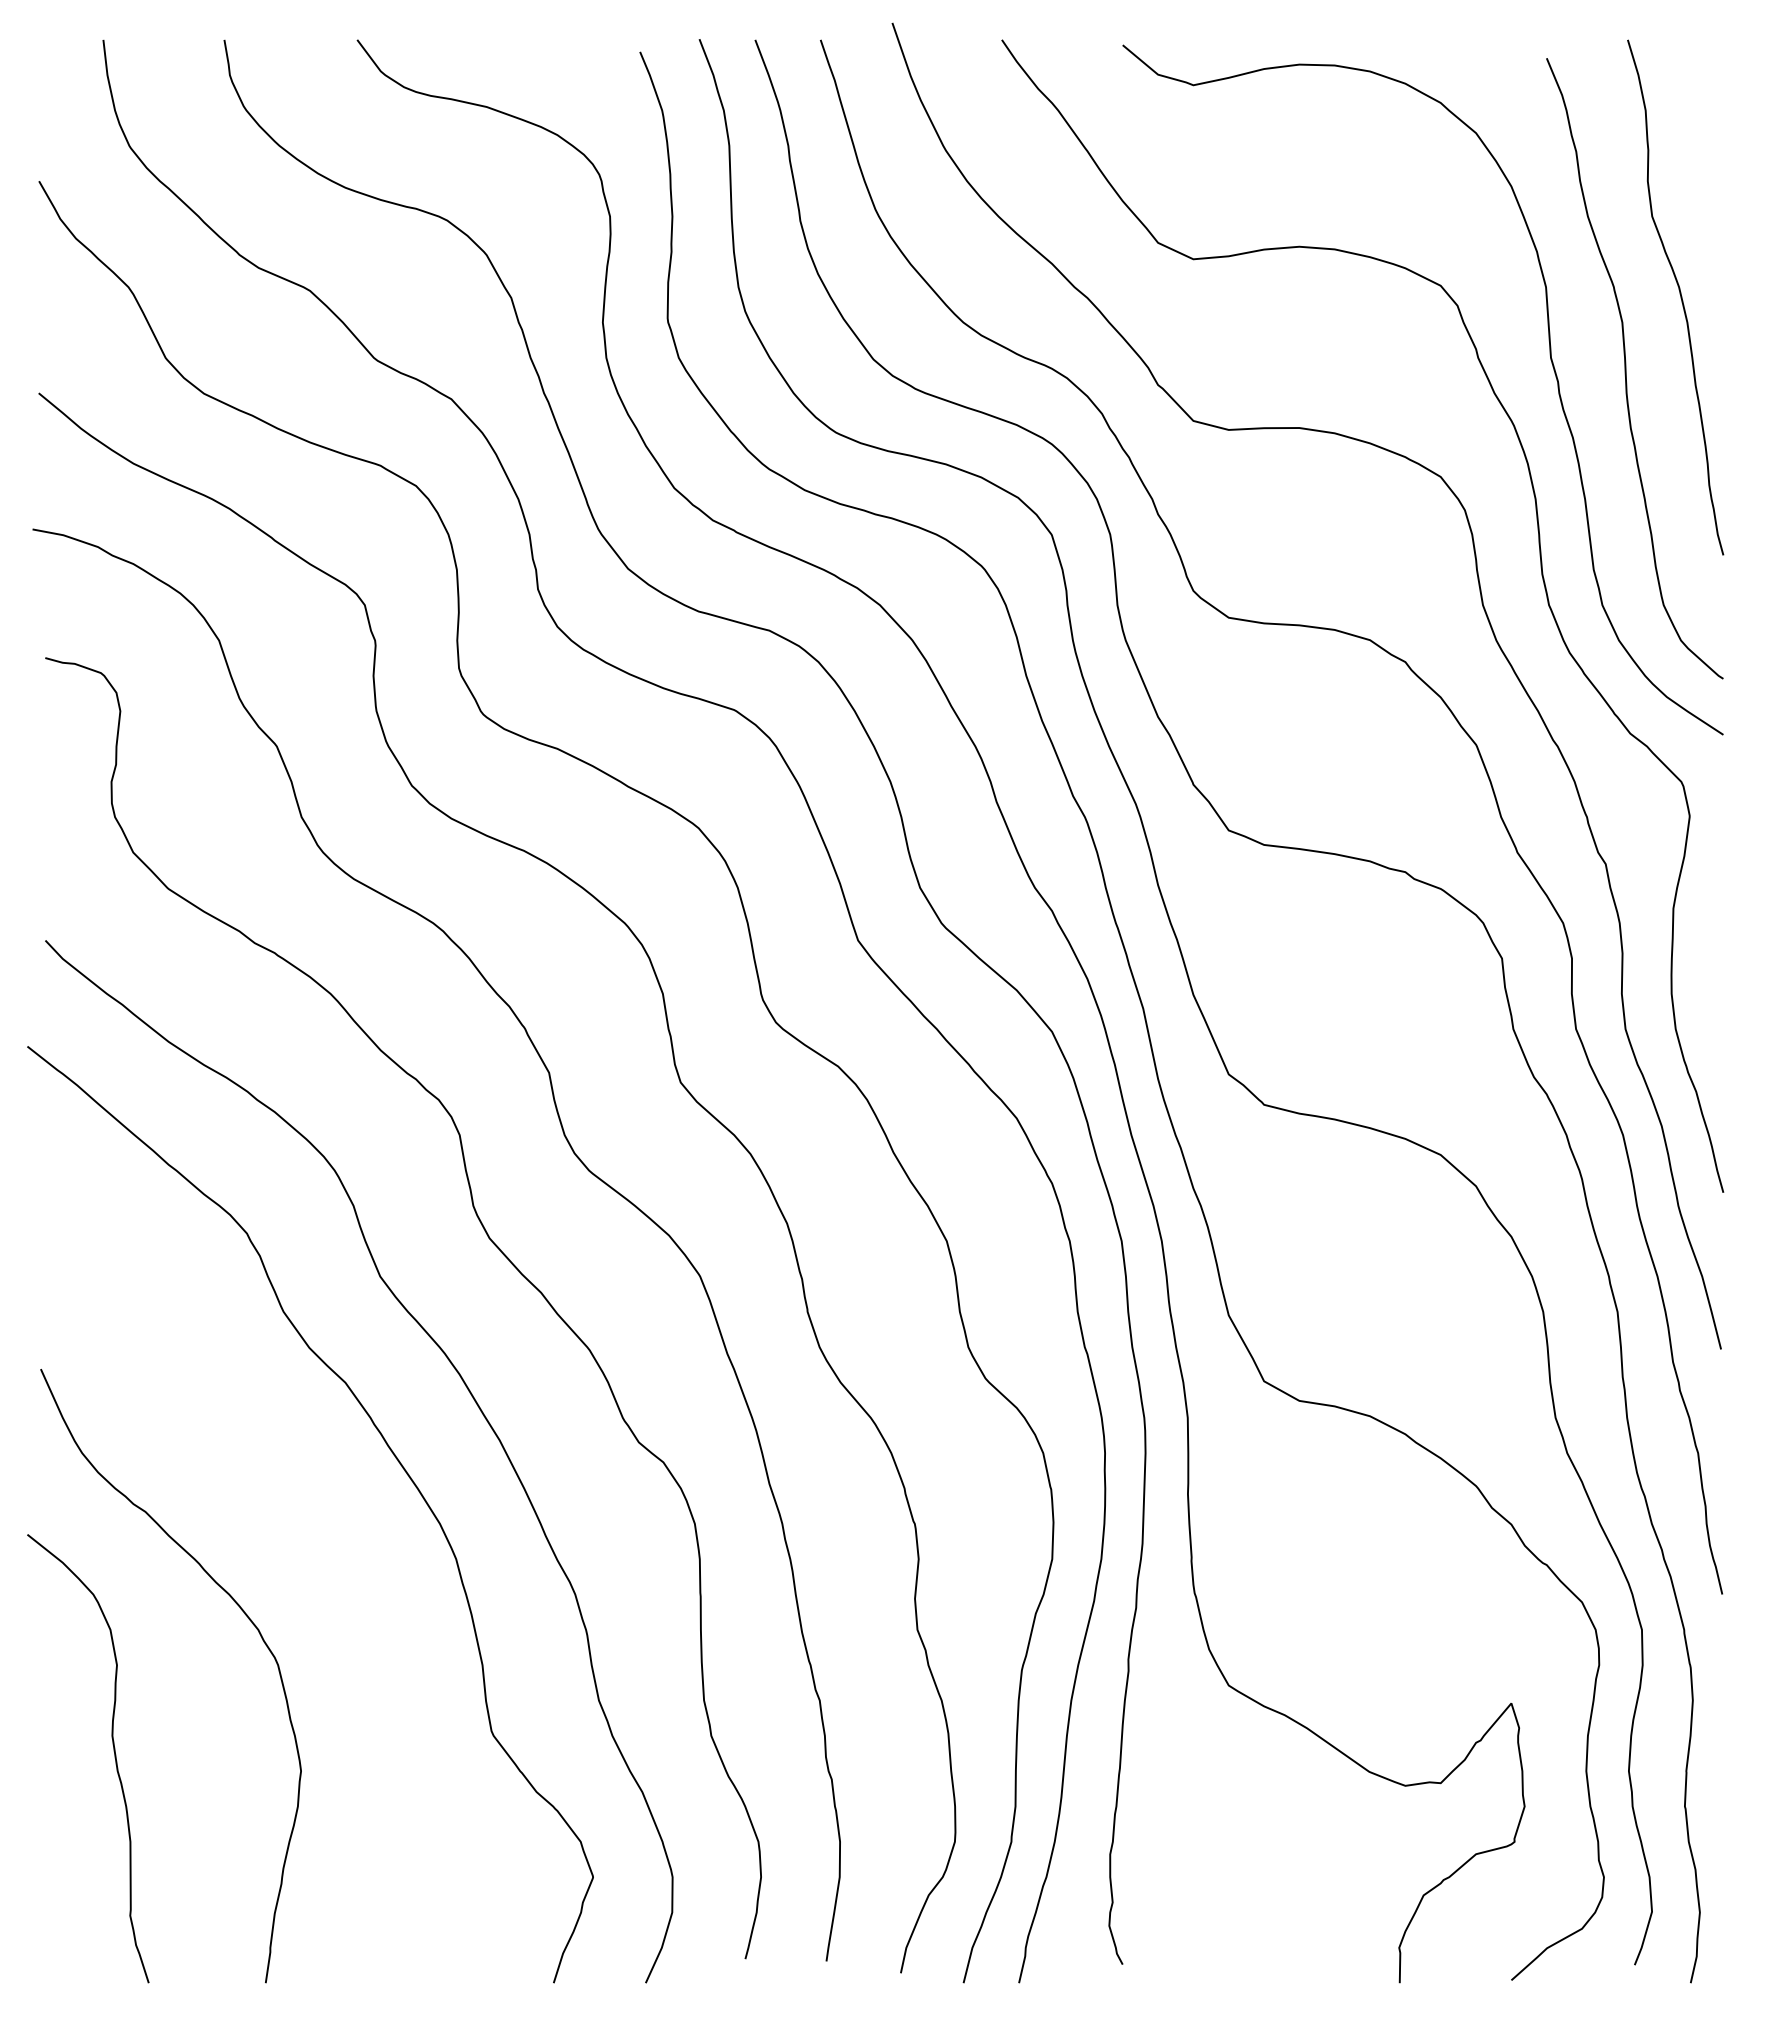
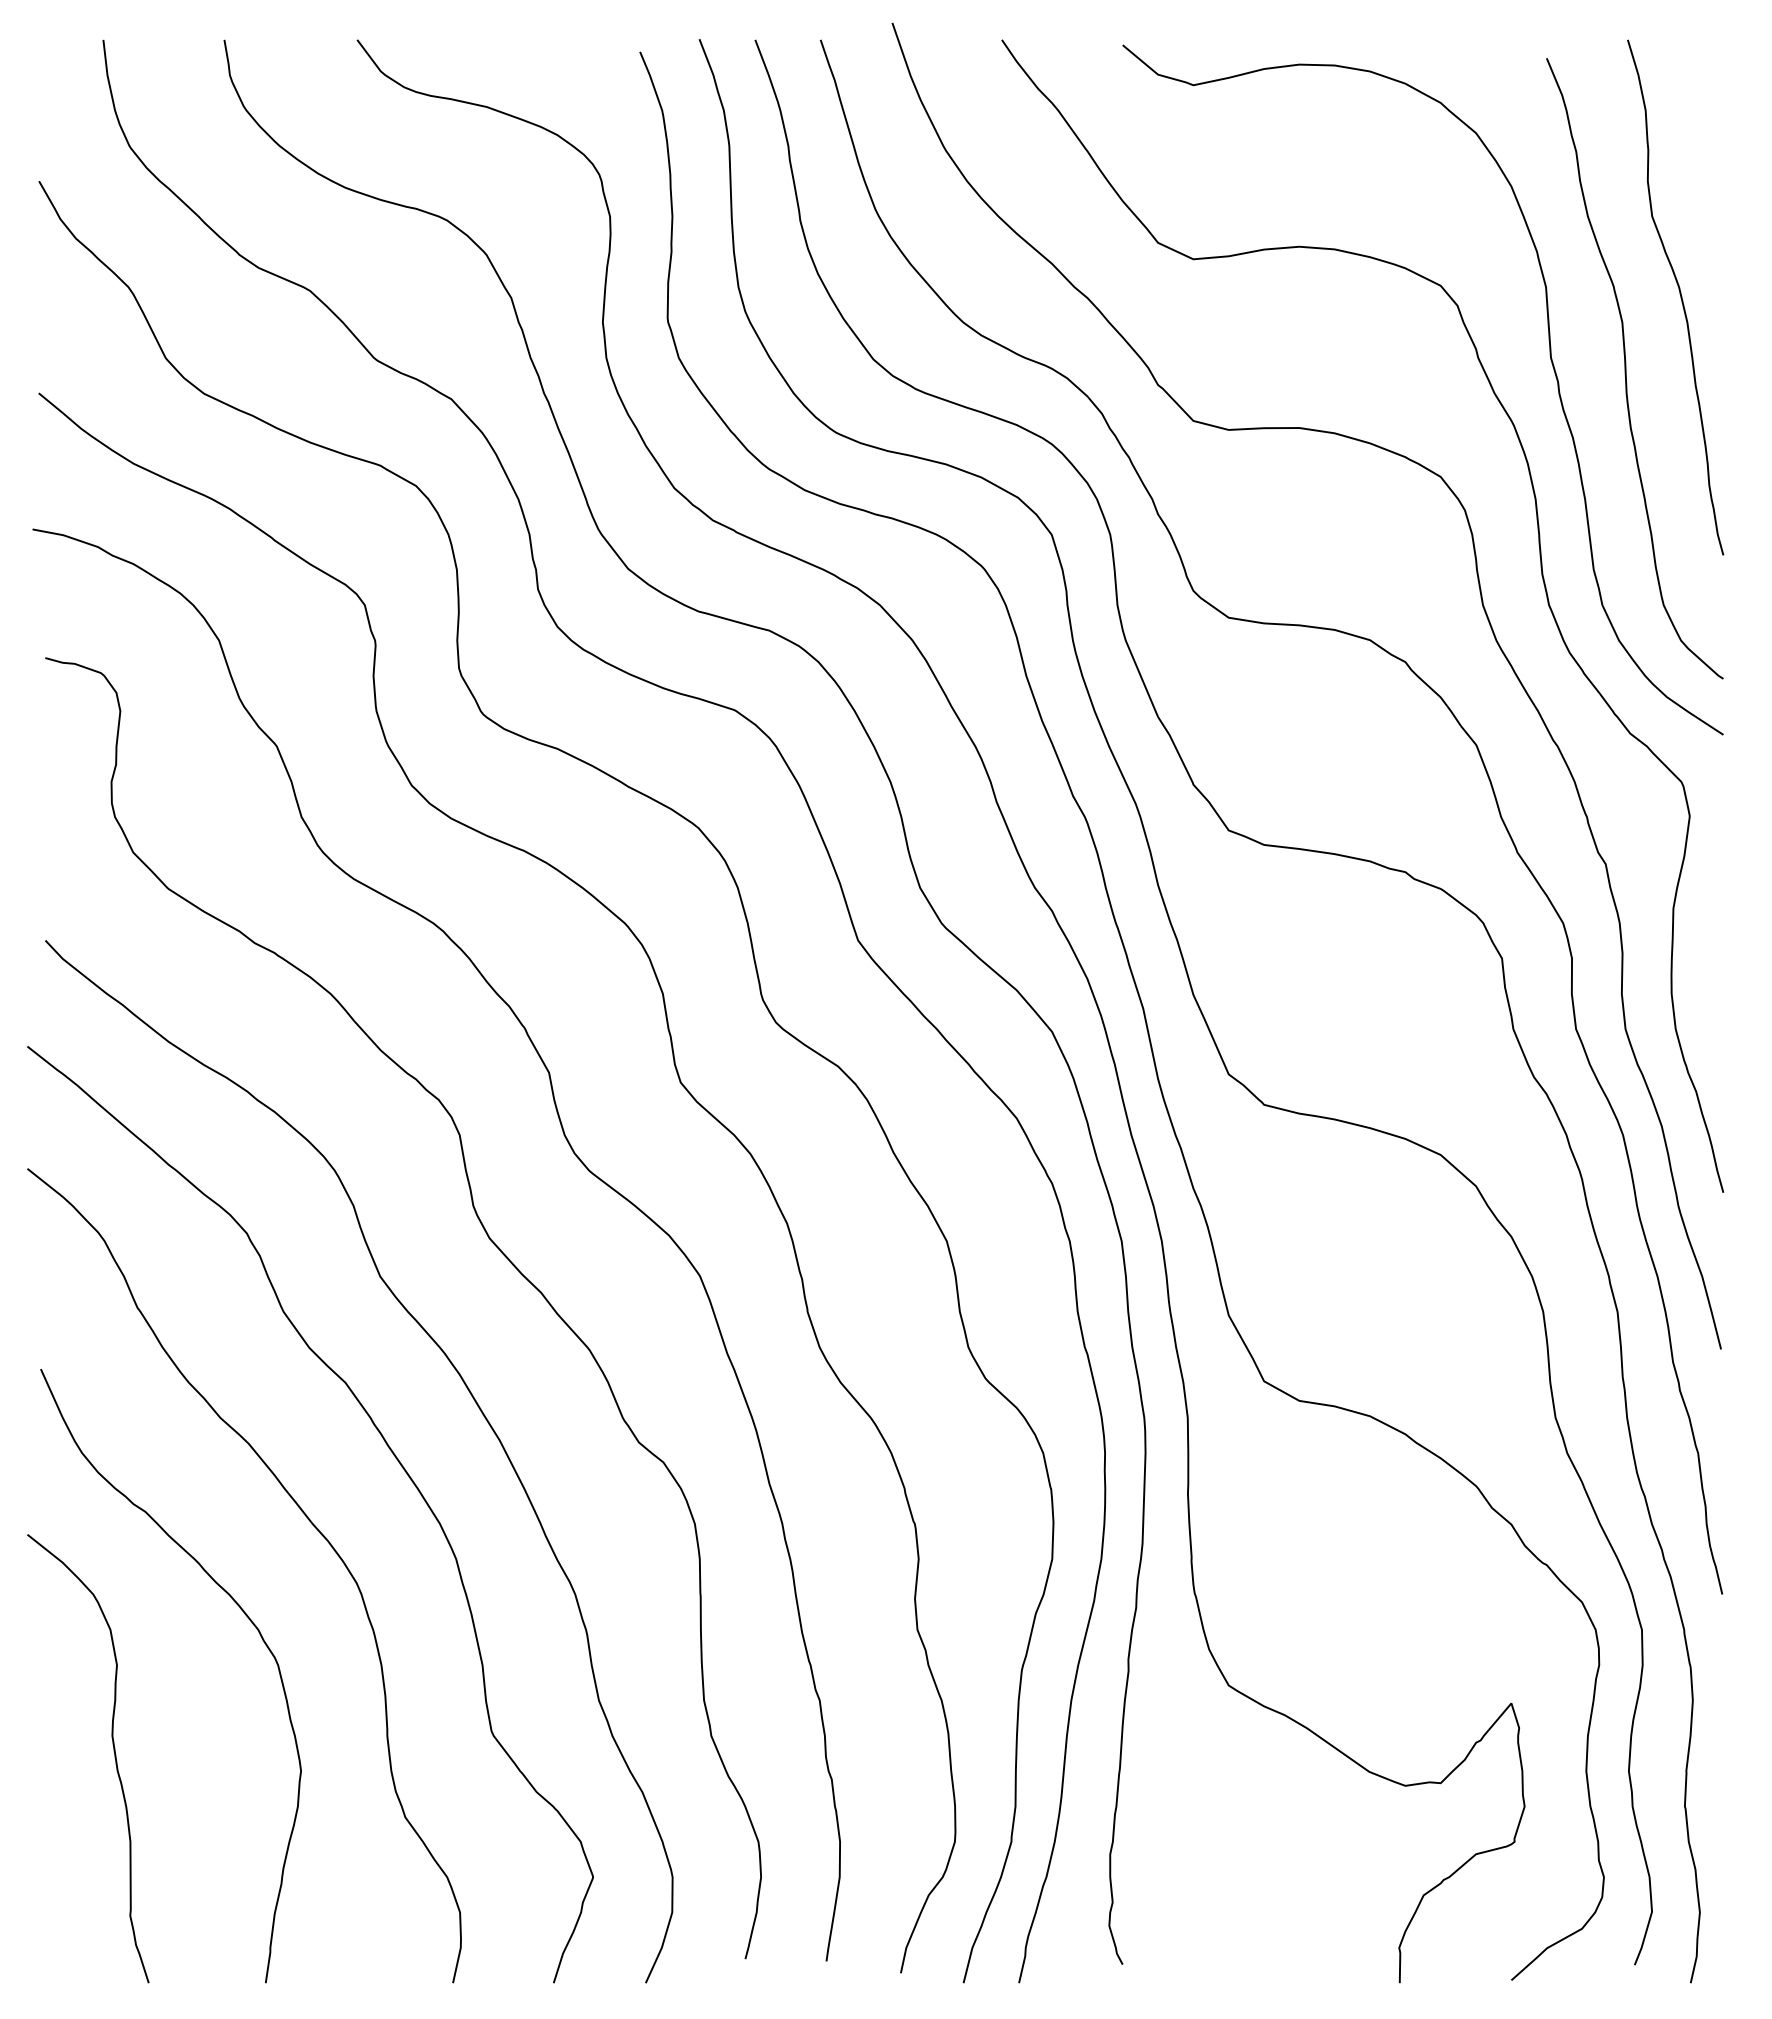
curve at (311, 1524): none -> present
